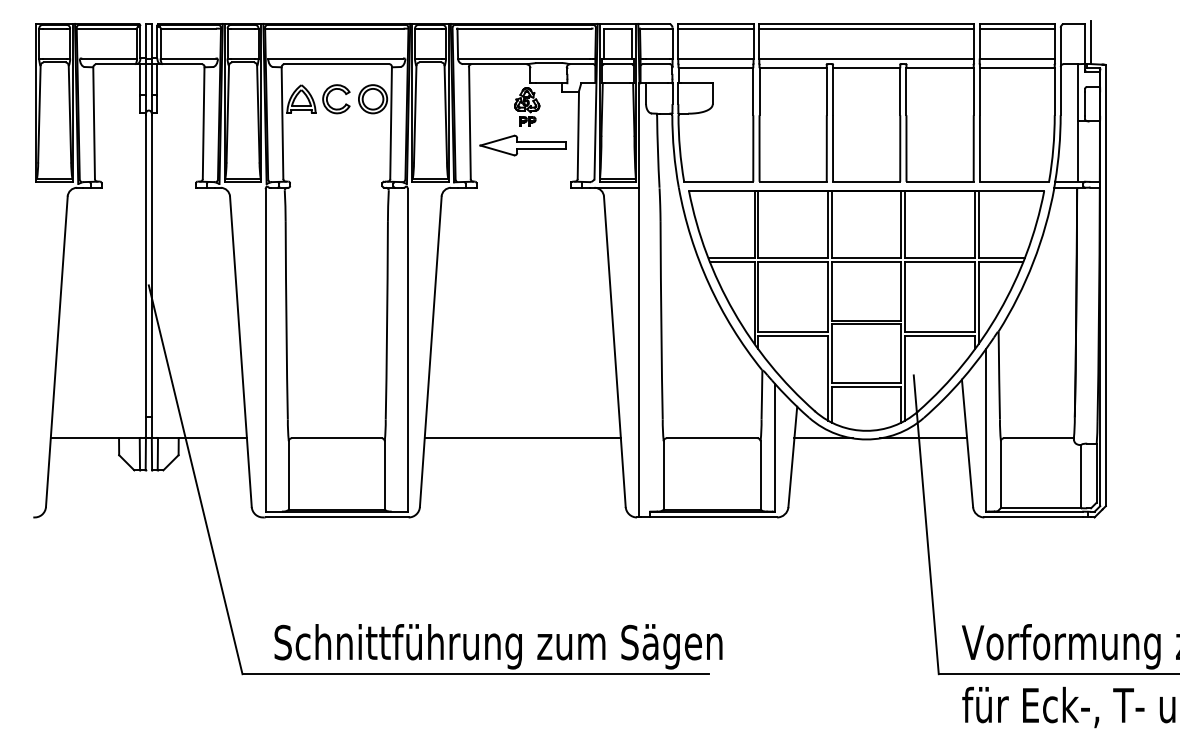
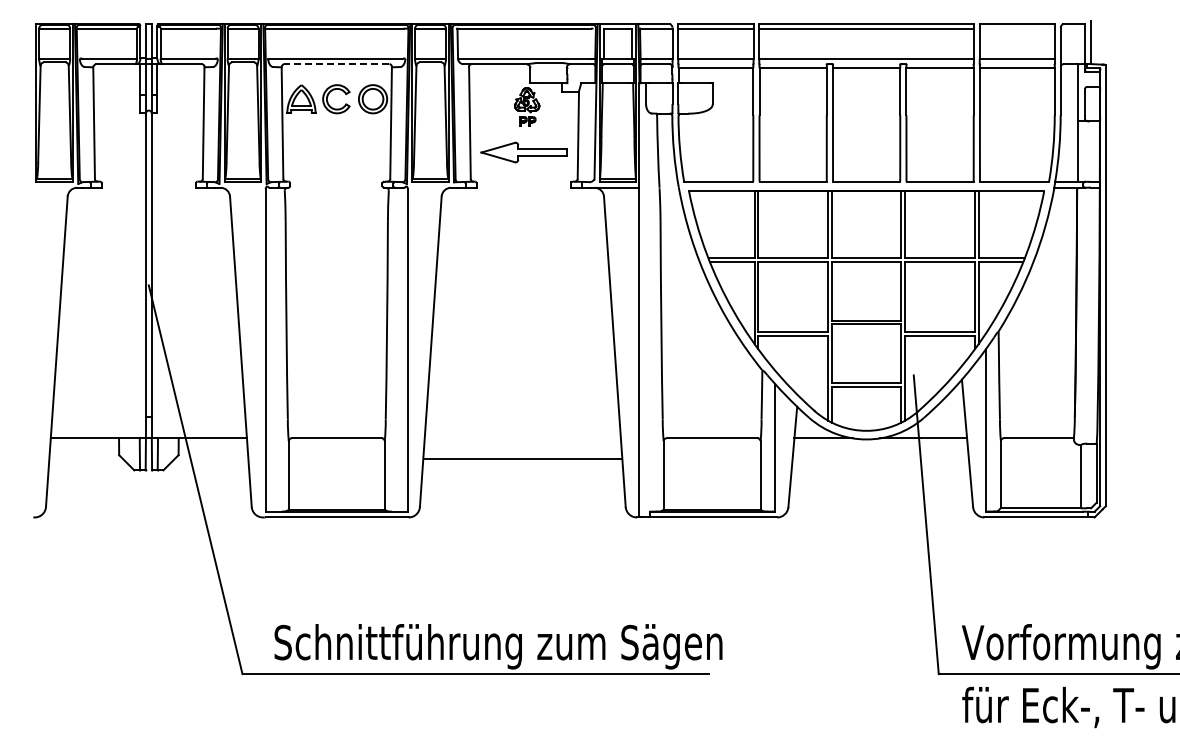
line at (1016, 28): present -> none
line at (336, 64): solid -> dashed
part at (522, 145) position: (522, 145) -> (523, 152)
line at (522, 438) position: (522, 438) -> (522, 459)
